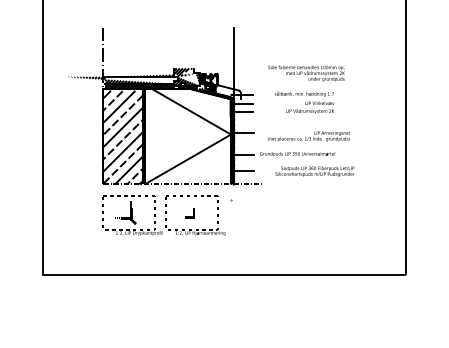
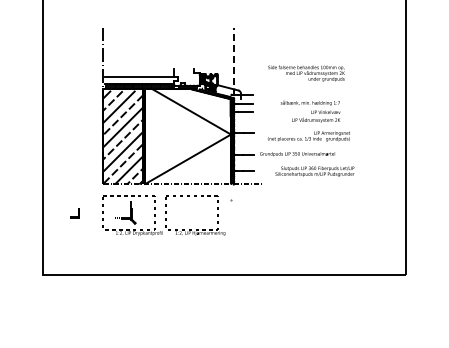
line at (234, 61): solid -> dashed
hatch at (132, 76): present -> none
text at (304, 102) position: (304, 102) -> (310, 111)
part at (189, 213) position: (189, 213) -> (74, 213)
